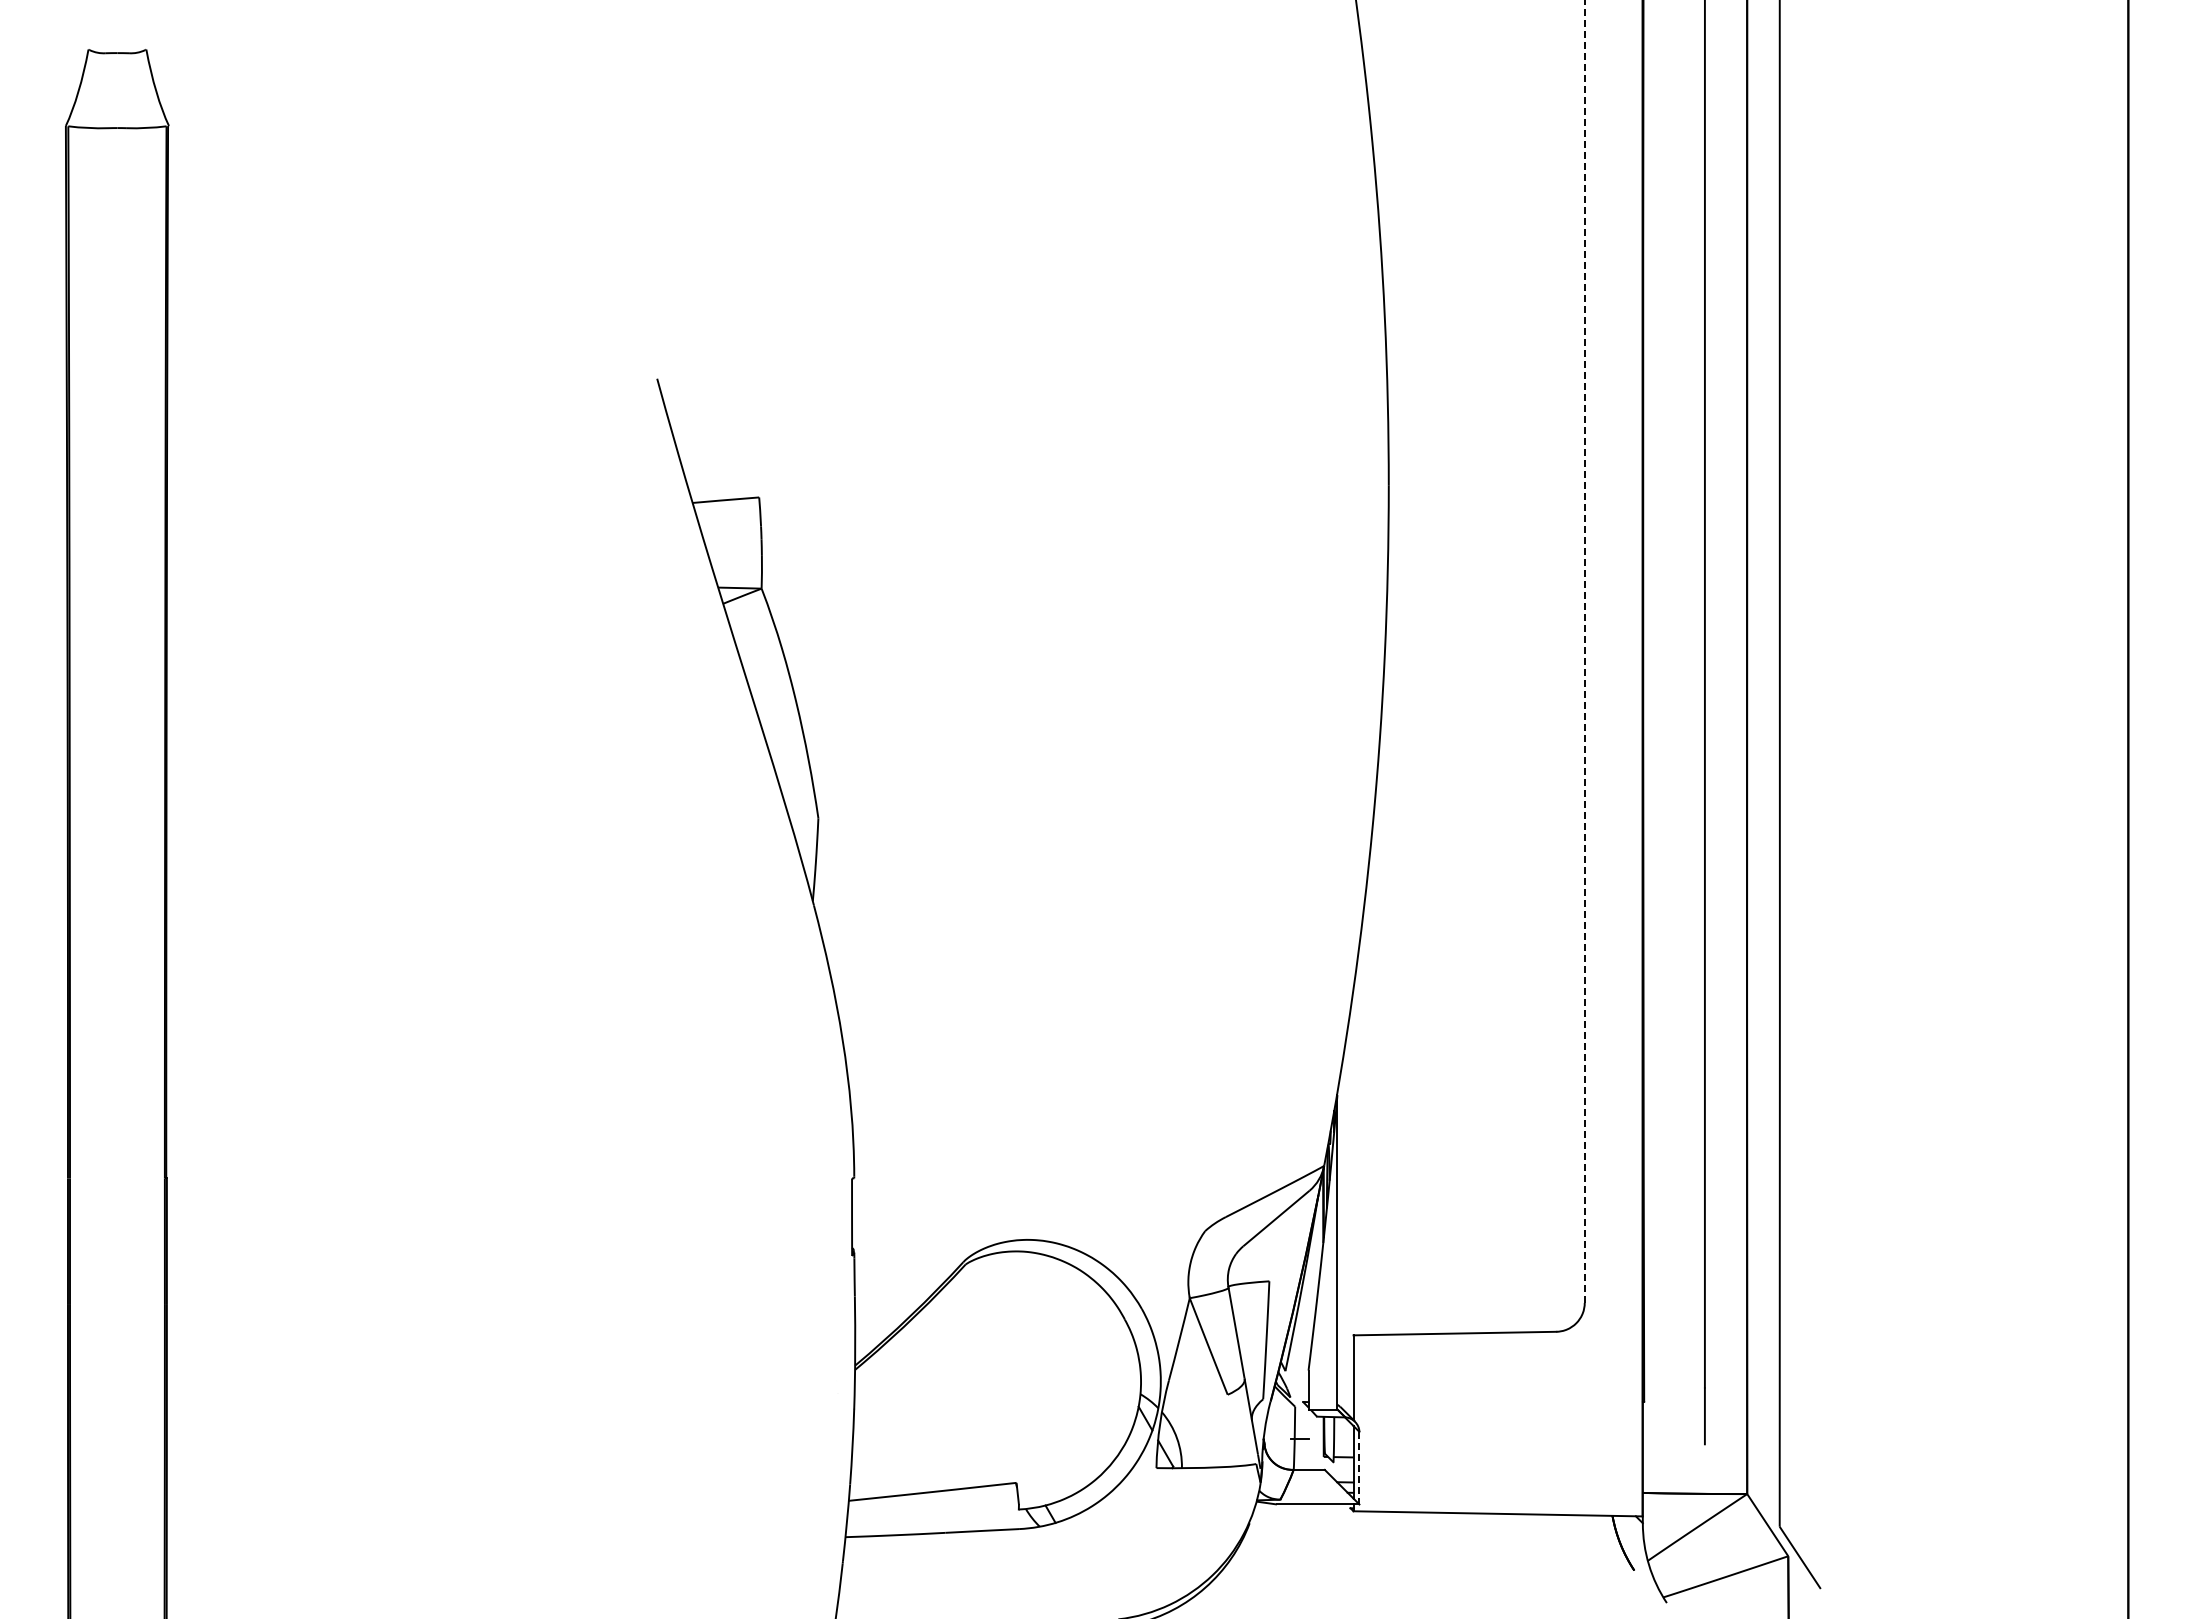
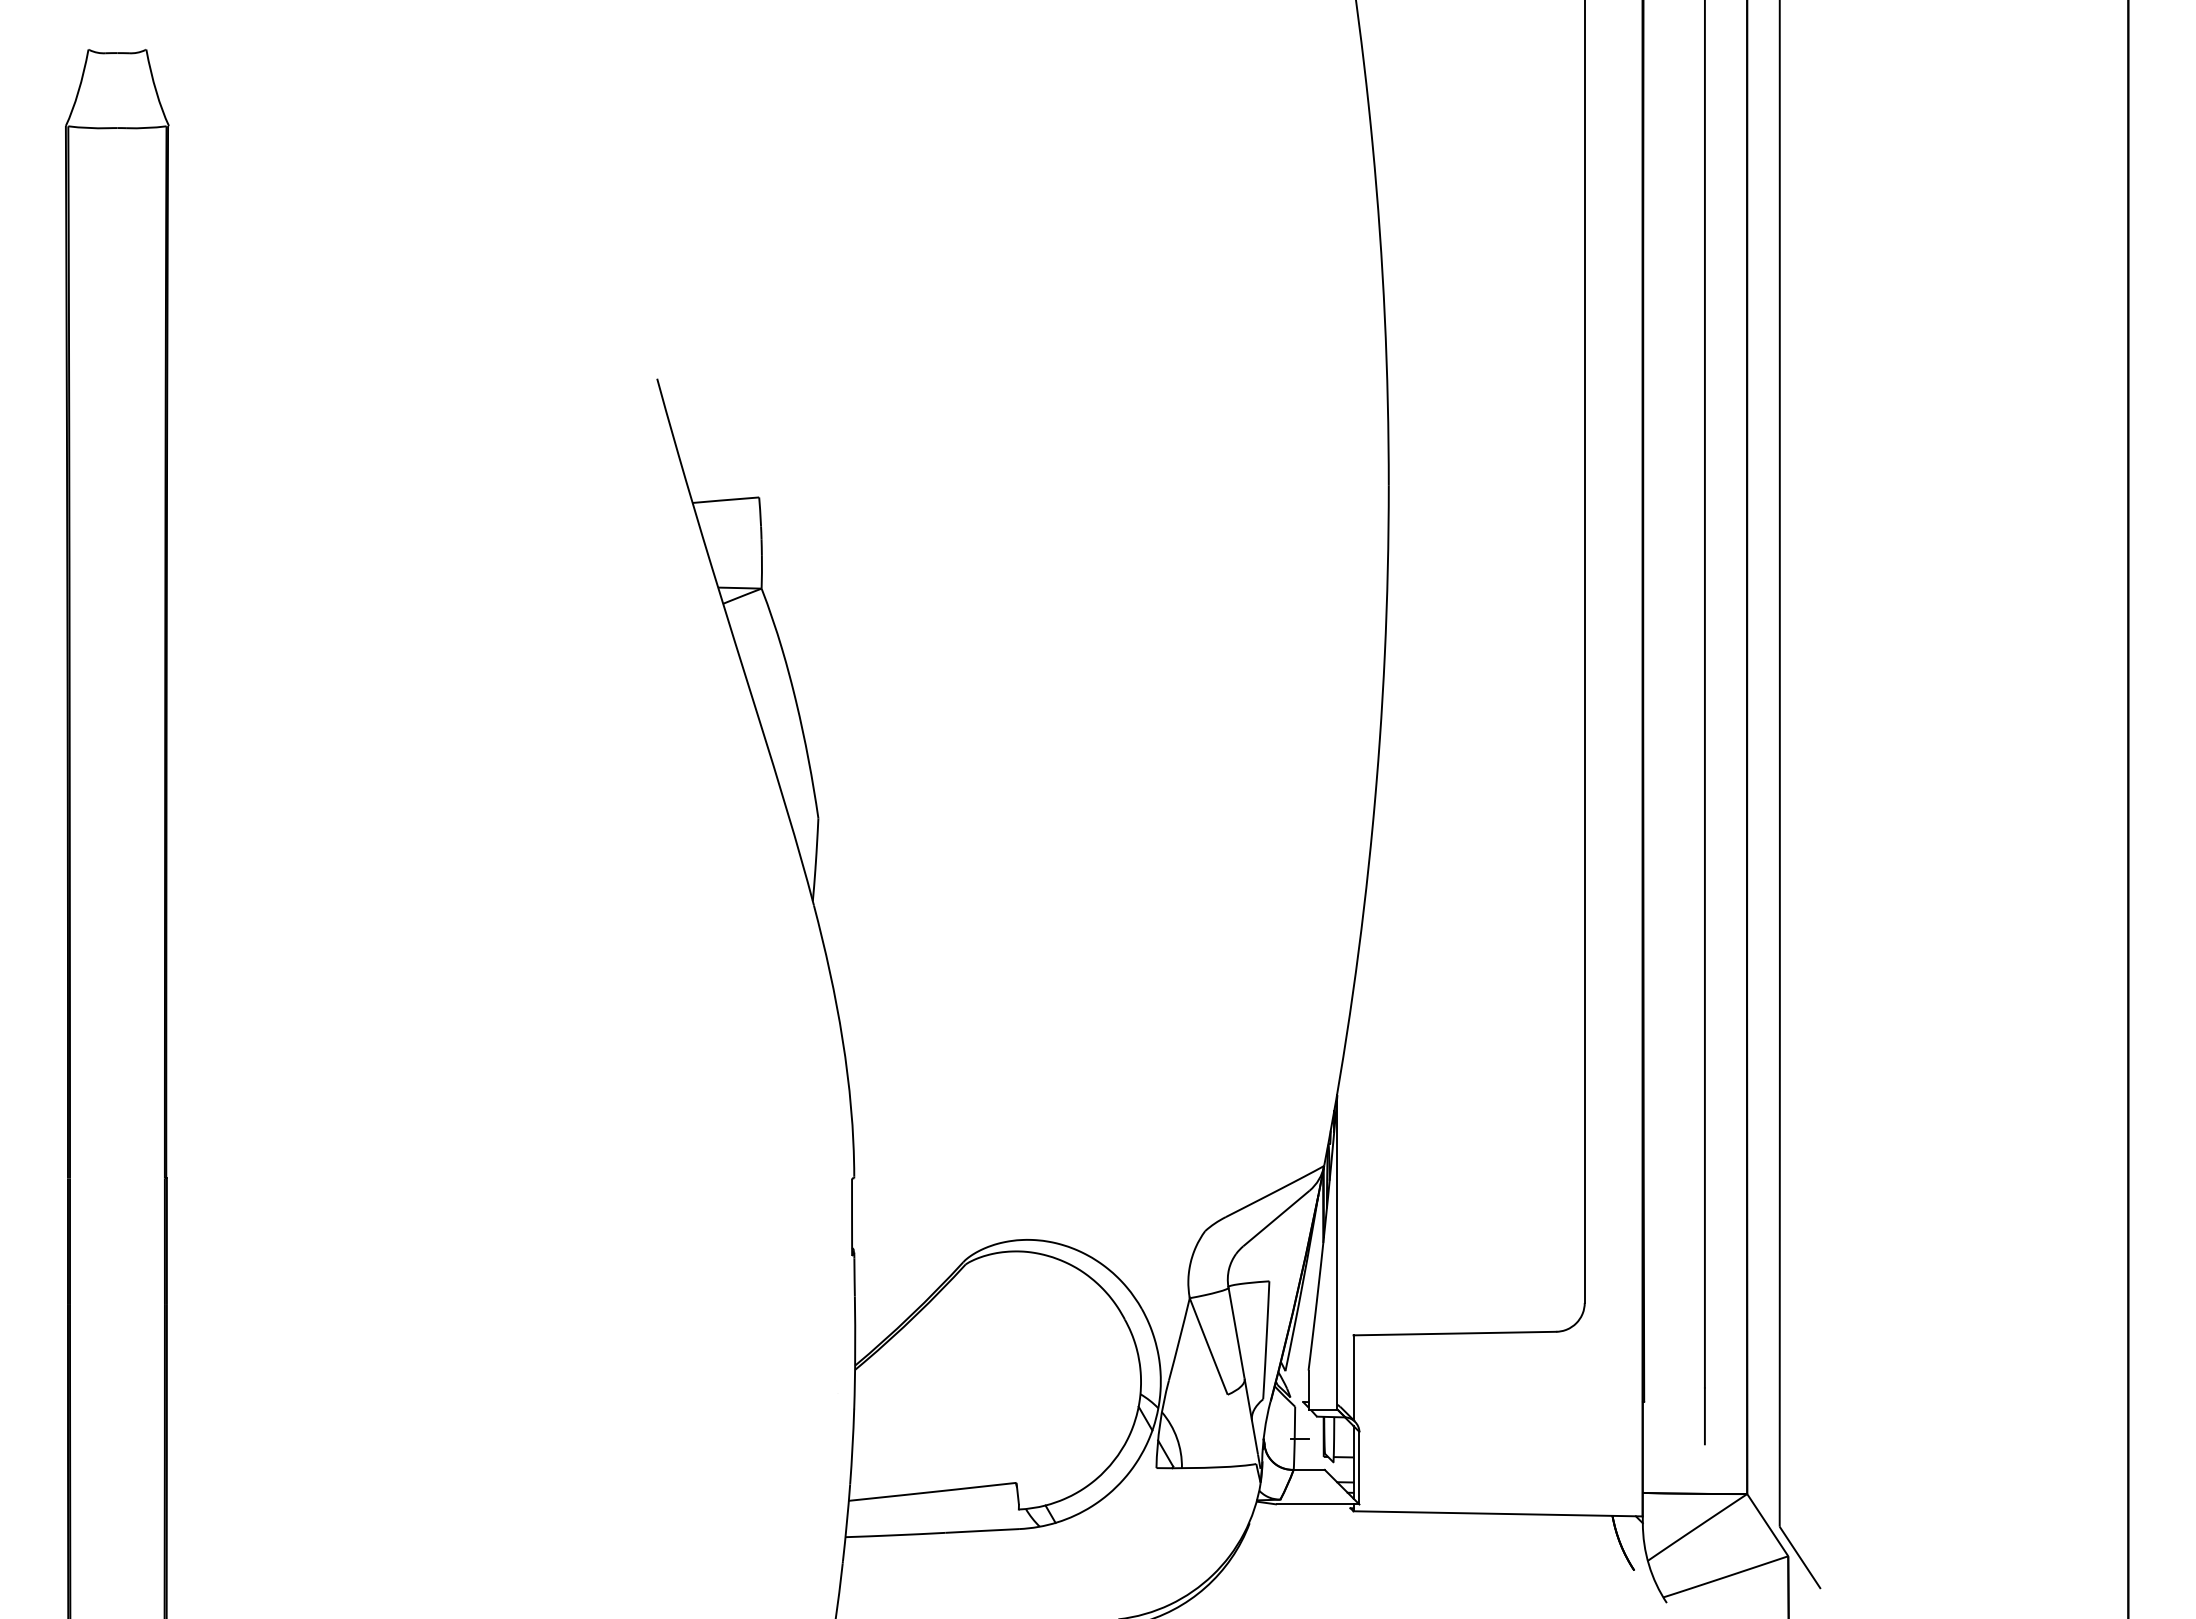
line at (1584, 651): dashed -> solid
line at (1359, 1468): dashed -> solid
